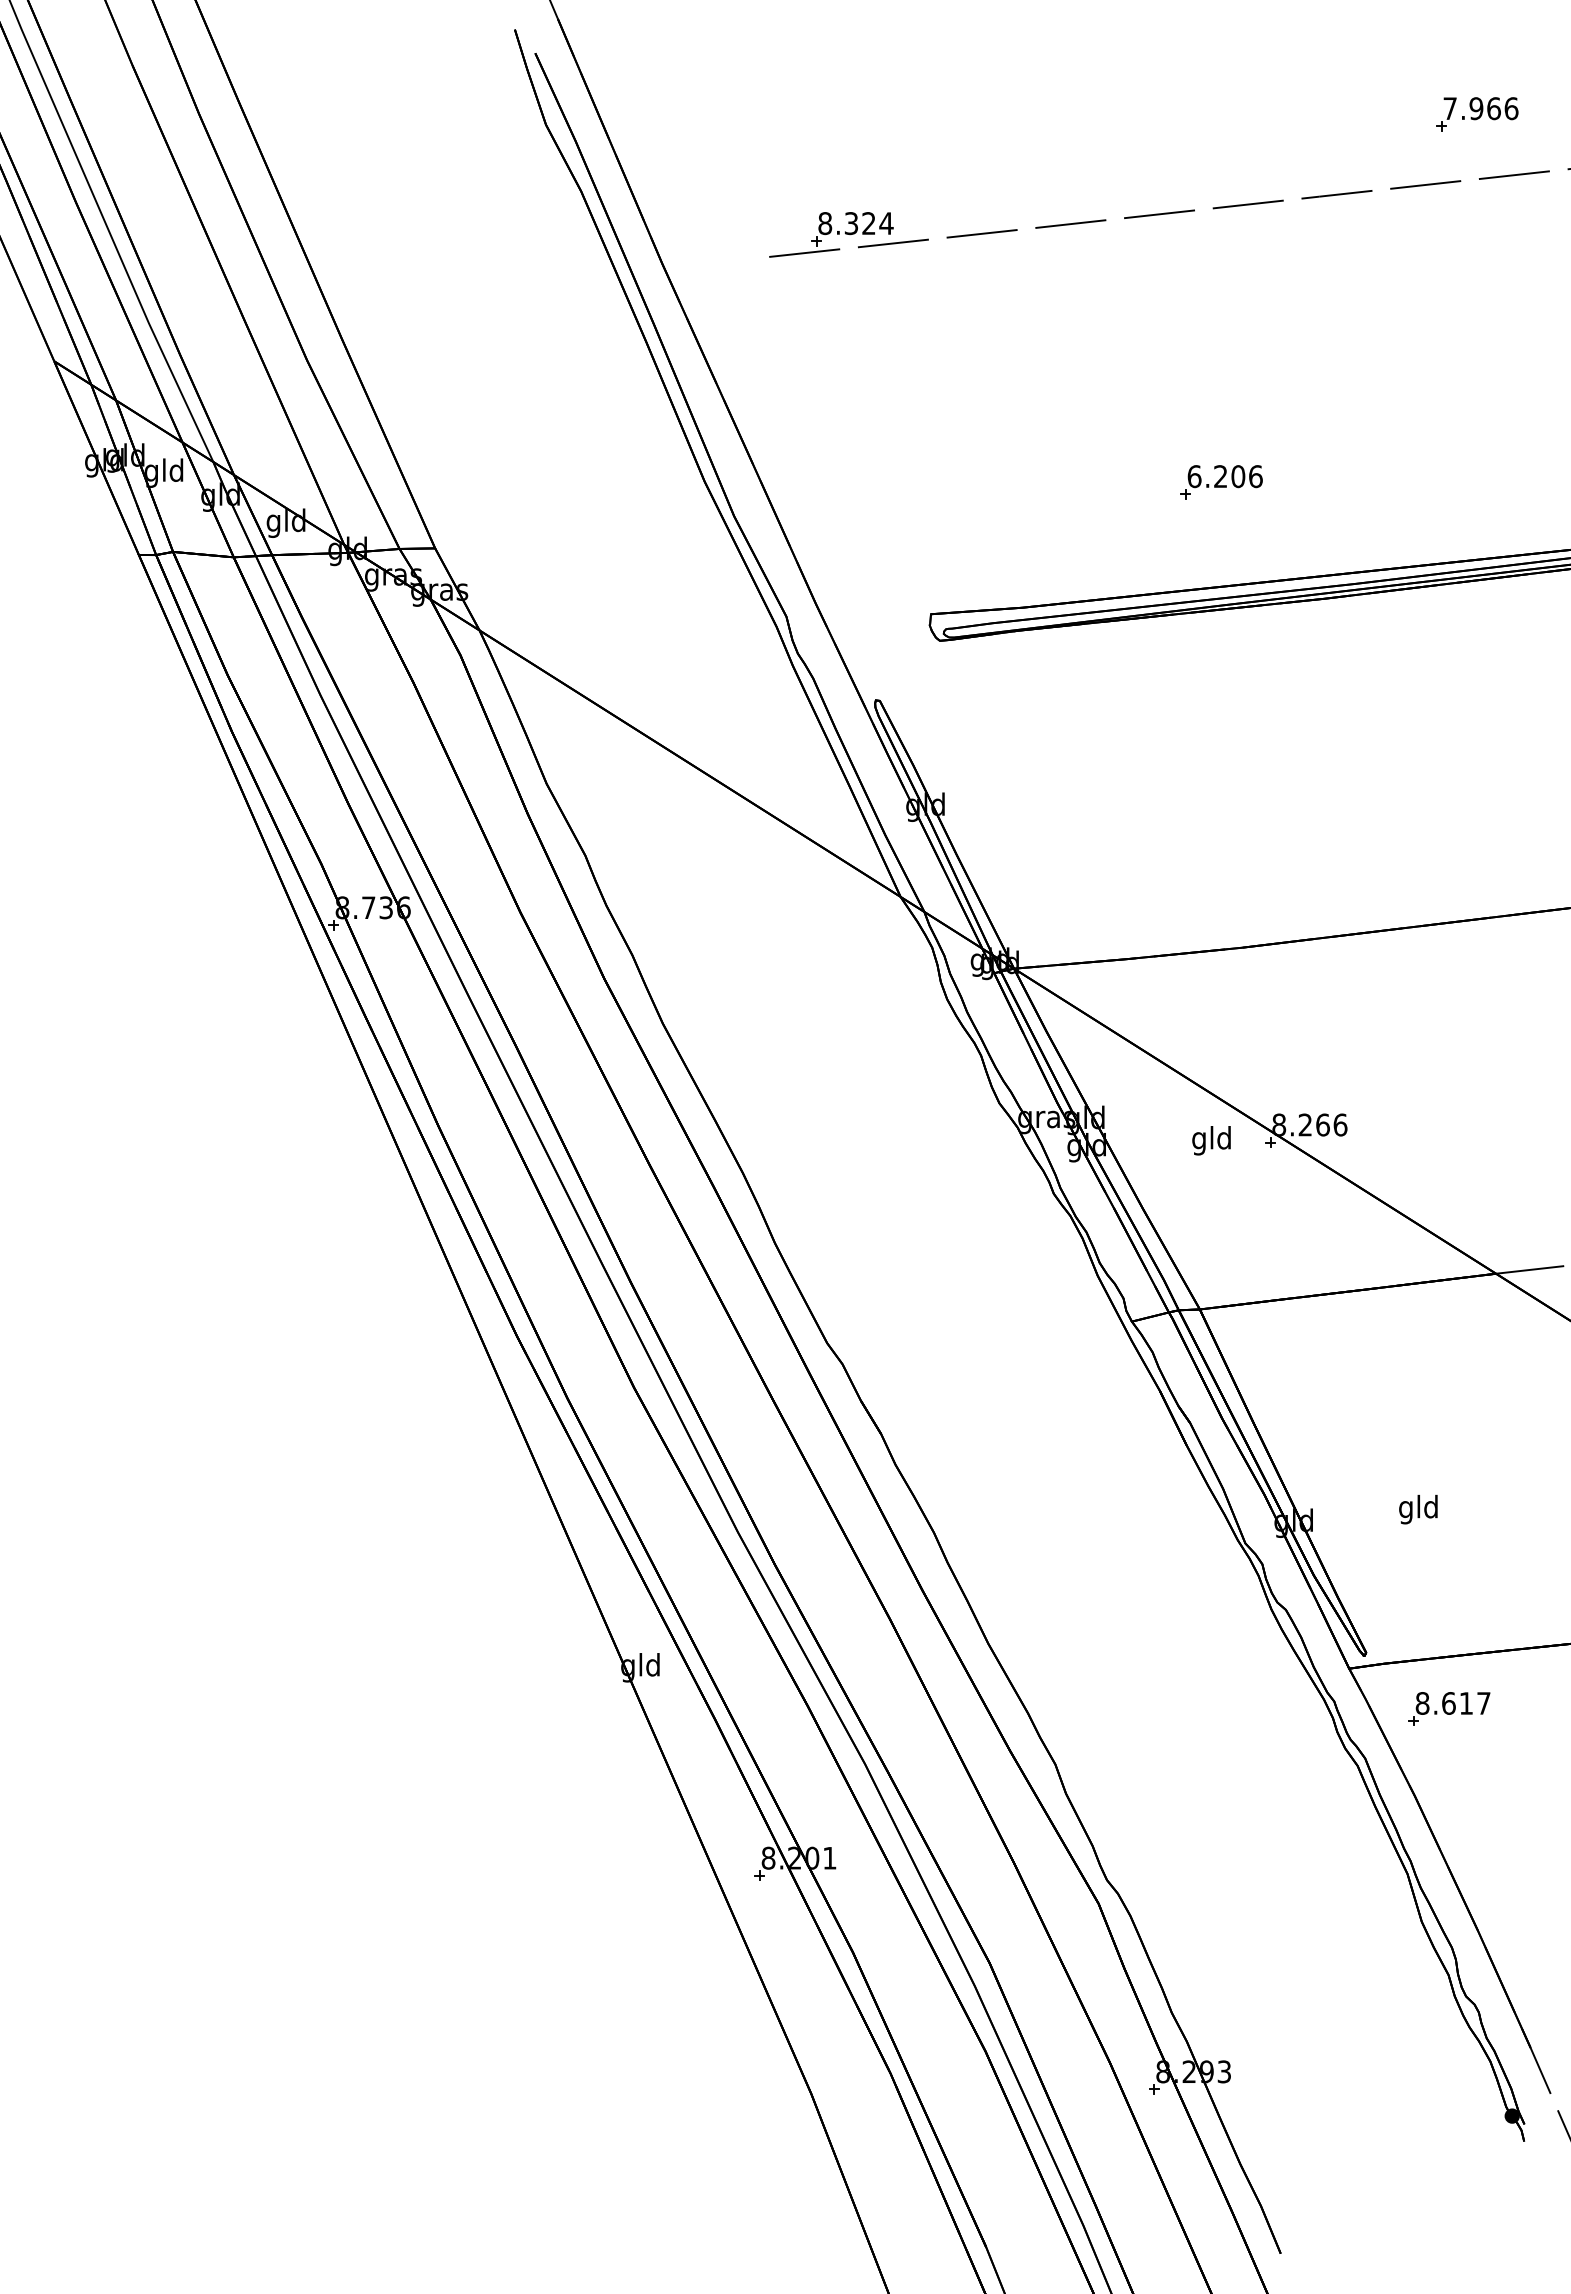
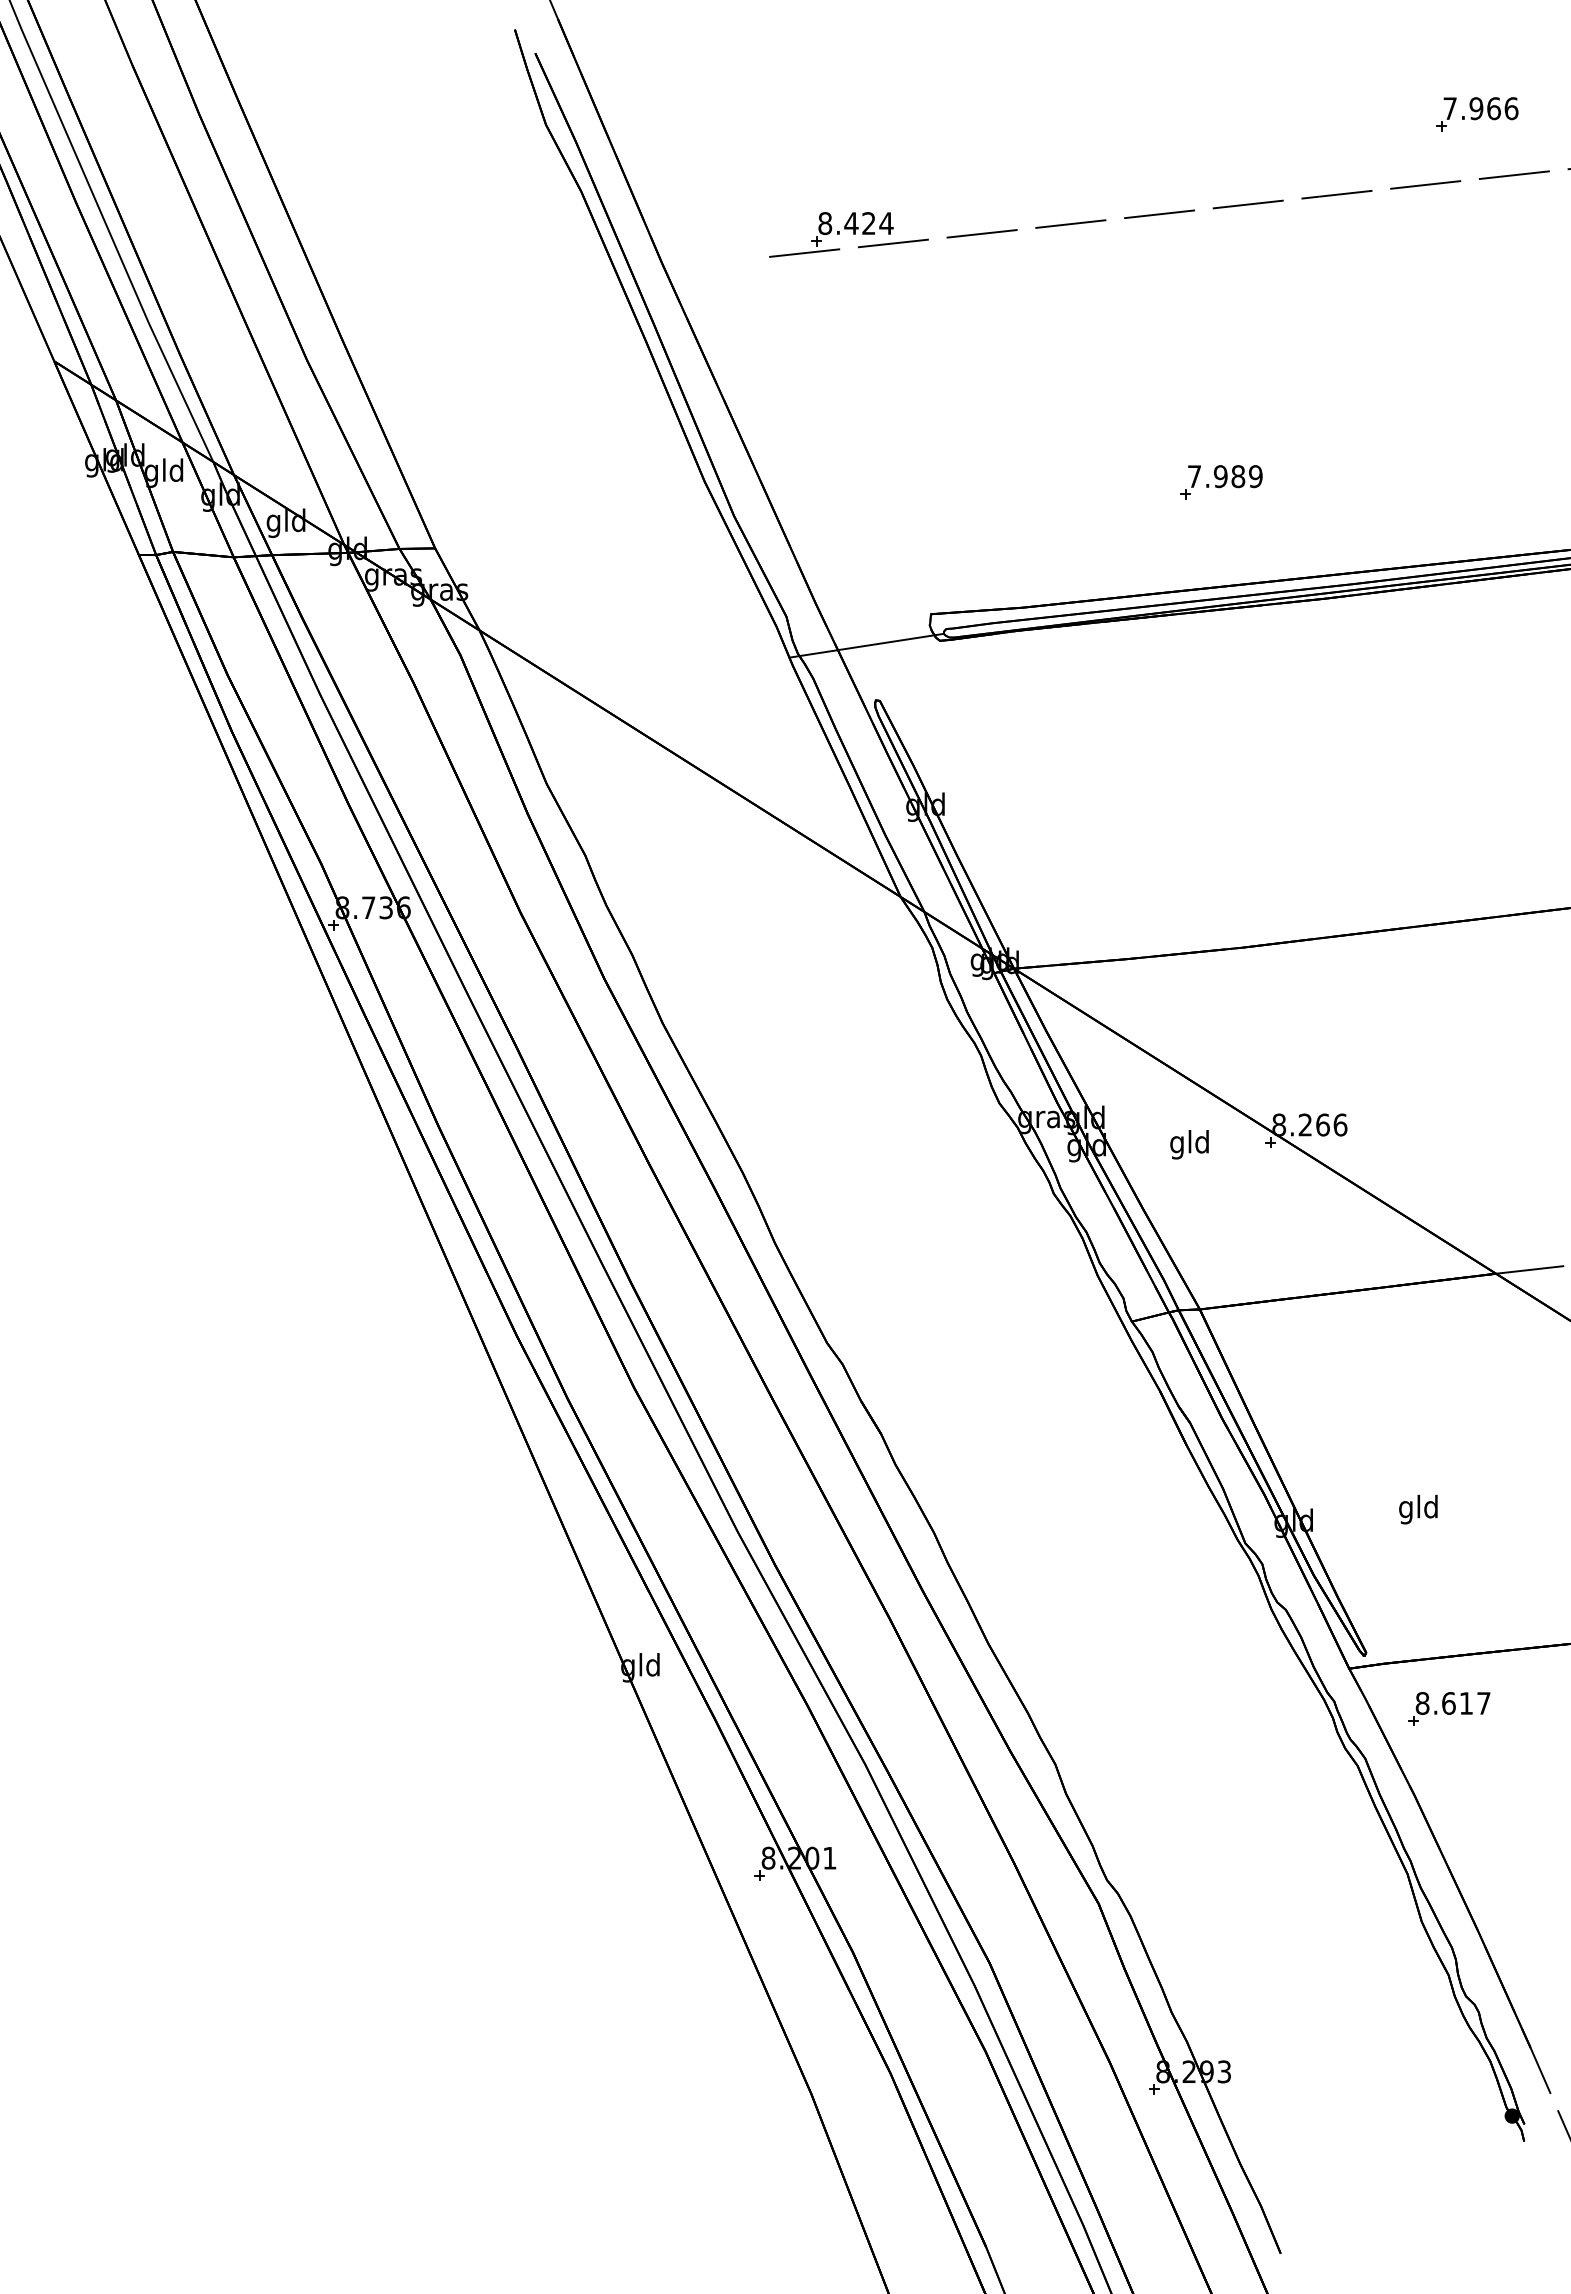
text at (851, 223): 8.324 -> 8.424
text at (1224, 476): 6.206 -> 7.989
line at (866, 645): none -> present
text at (1211, 1140) position: (1211, 1140) -> (1189, 1144)
